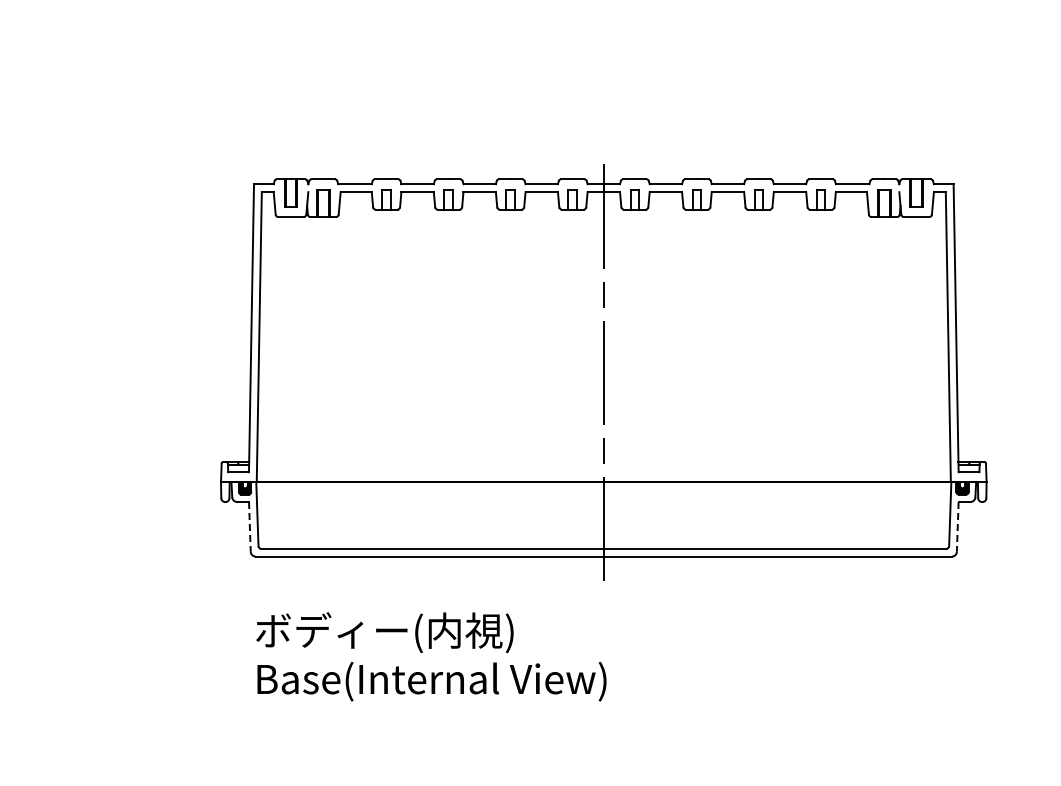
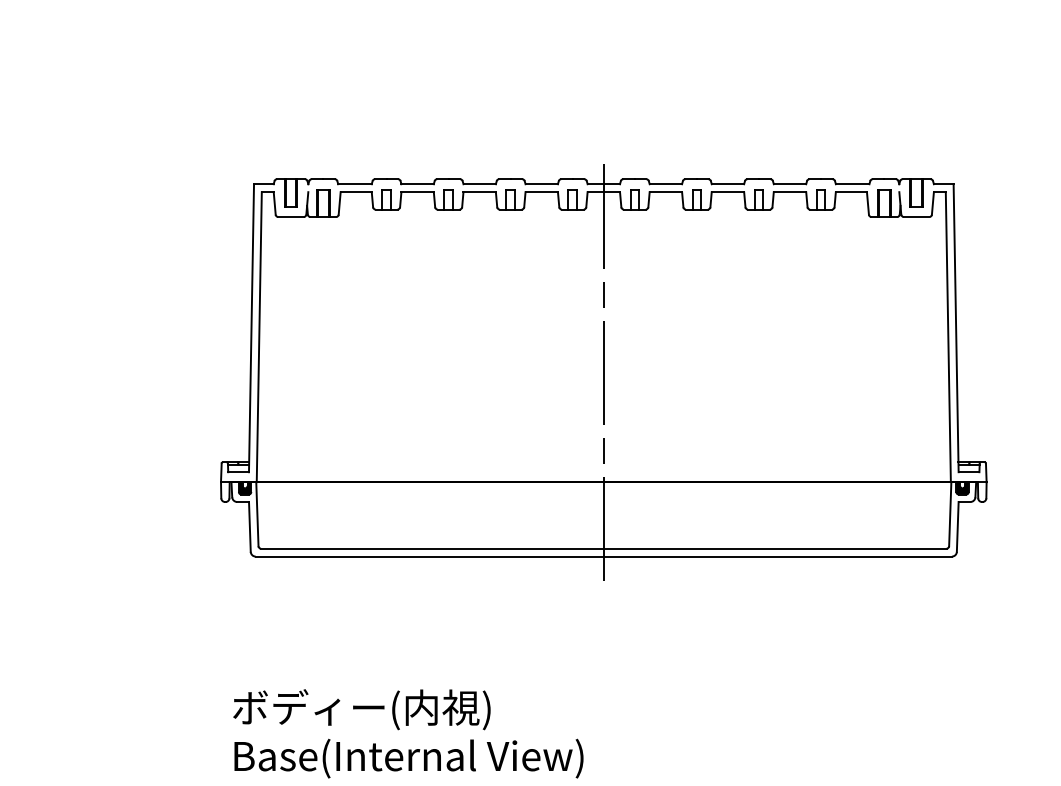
line at (249, 526): dashed -> solid
line at (957, 526): dashed -> solid
text at (431, 656) position: (431, 656) -> (408, 733)
